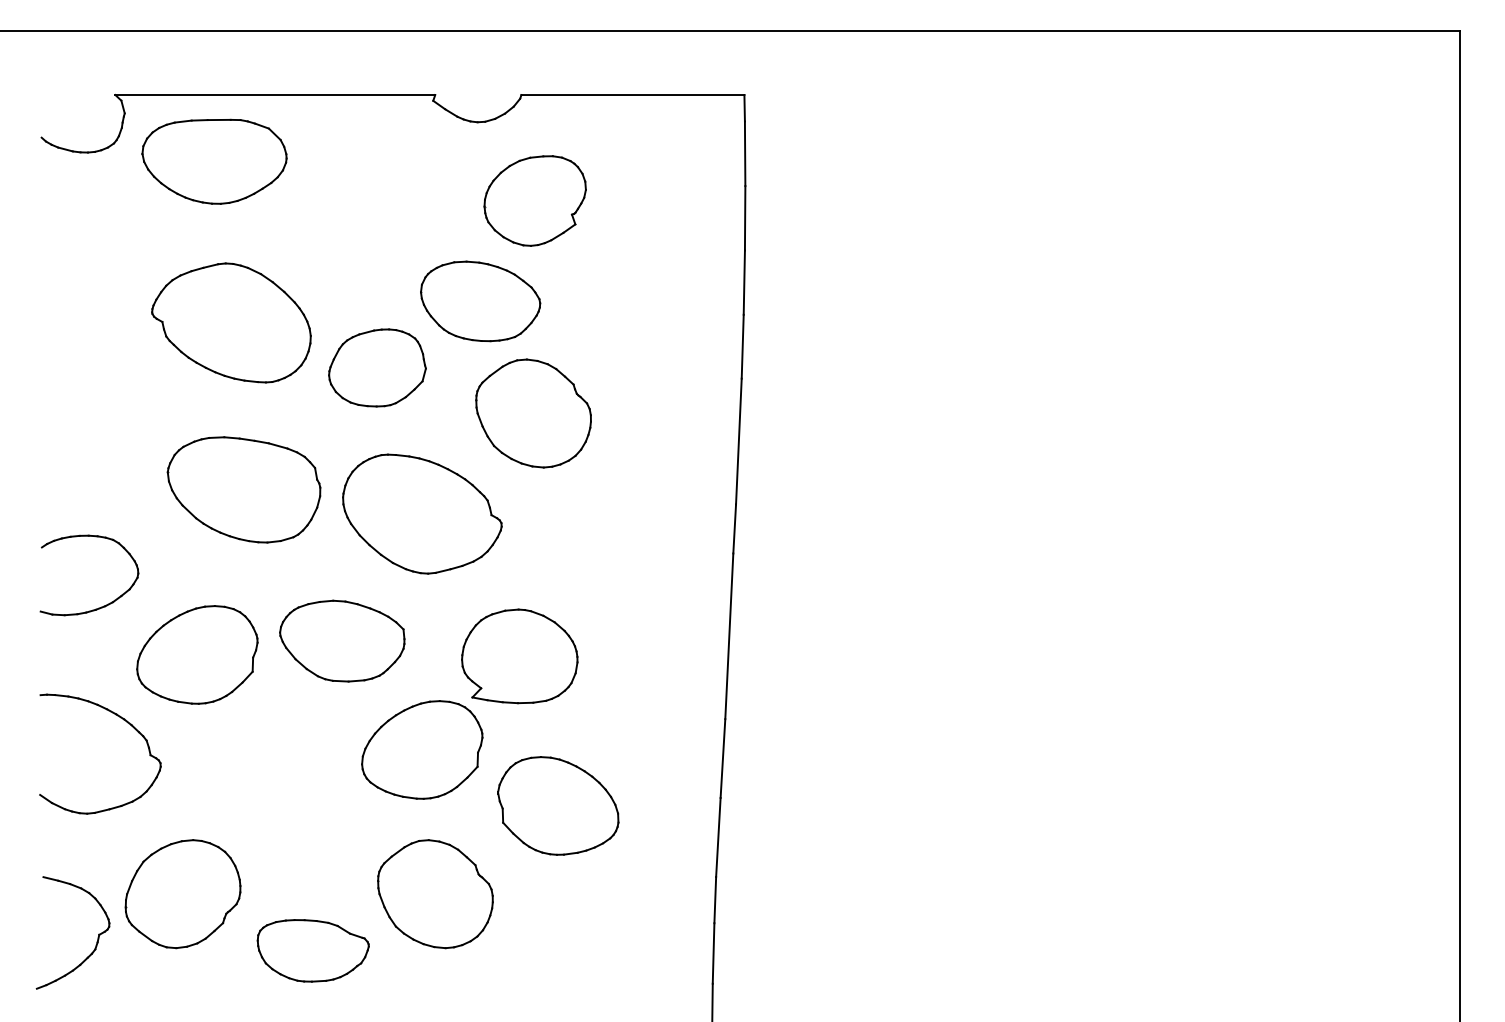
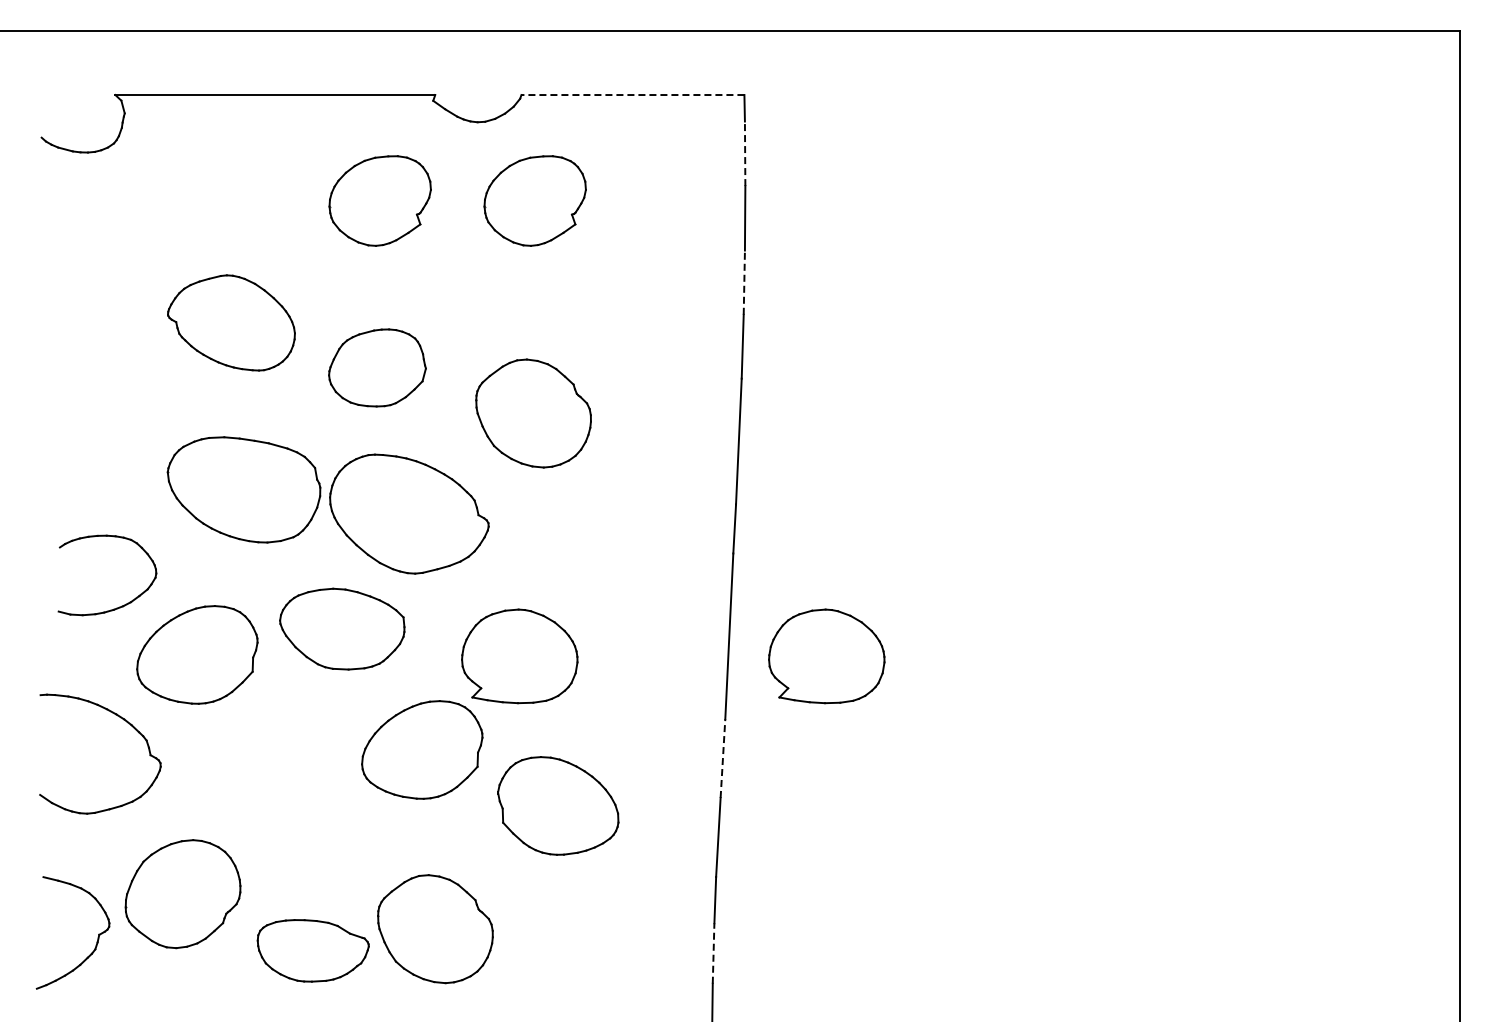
line at (632, 95): solid -> dashed
line at (745, 153): solid -> dashed
part at (214, 161): present -> none
part at (379, 200): none -> present
line at (744, 282): solid -> dashed
part at (480, 301): present -> none
part at (231, 322) size: 161x122 px -> 129x98 px
part at (422, 513) position: (422, 513) -> (409, 513)
part at (103, 605) position: (103, 605) -> (121, 605)
part at (342, 640) position: (342, 640) -> (342, 628)
part at (826, 656): none -> present
line at (722, 758): solid -> dashed
part at (435, 894) position: (435, 894) -> (435, 929)
line at (713, 952): solid -> dashed
